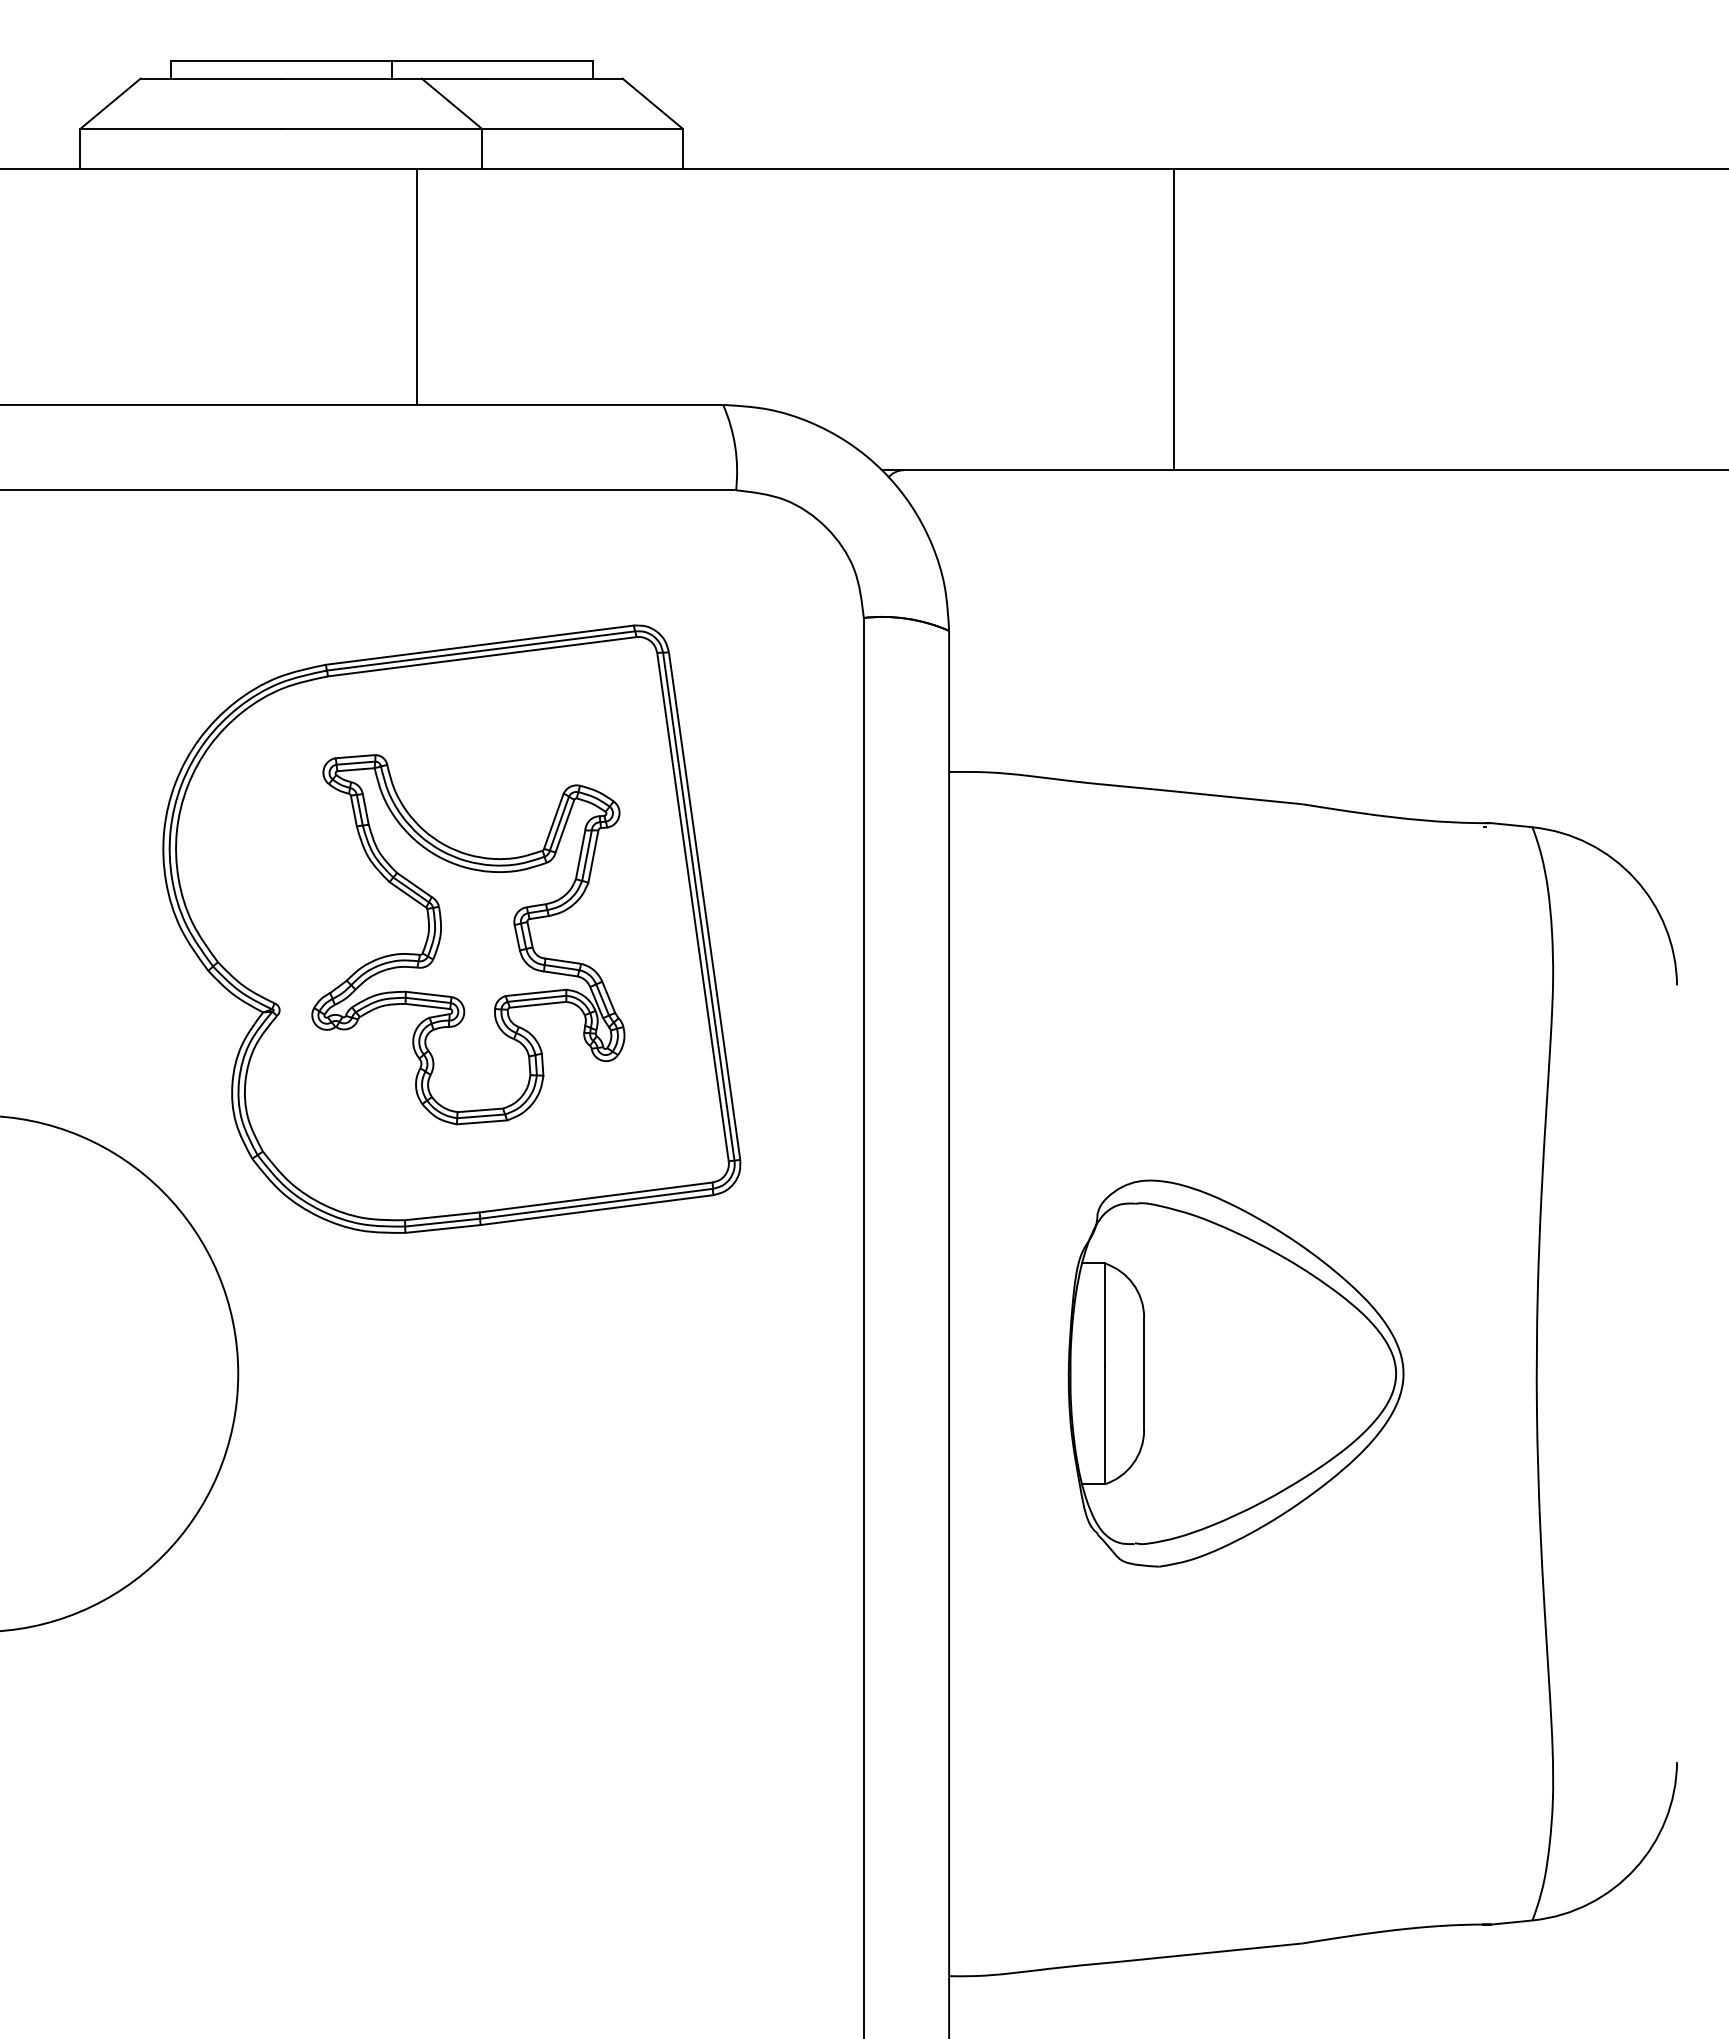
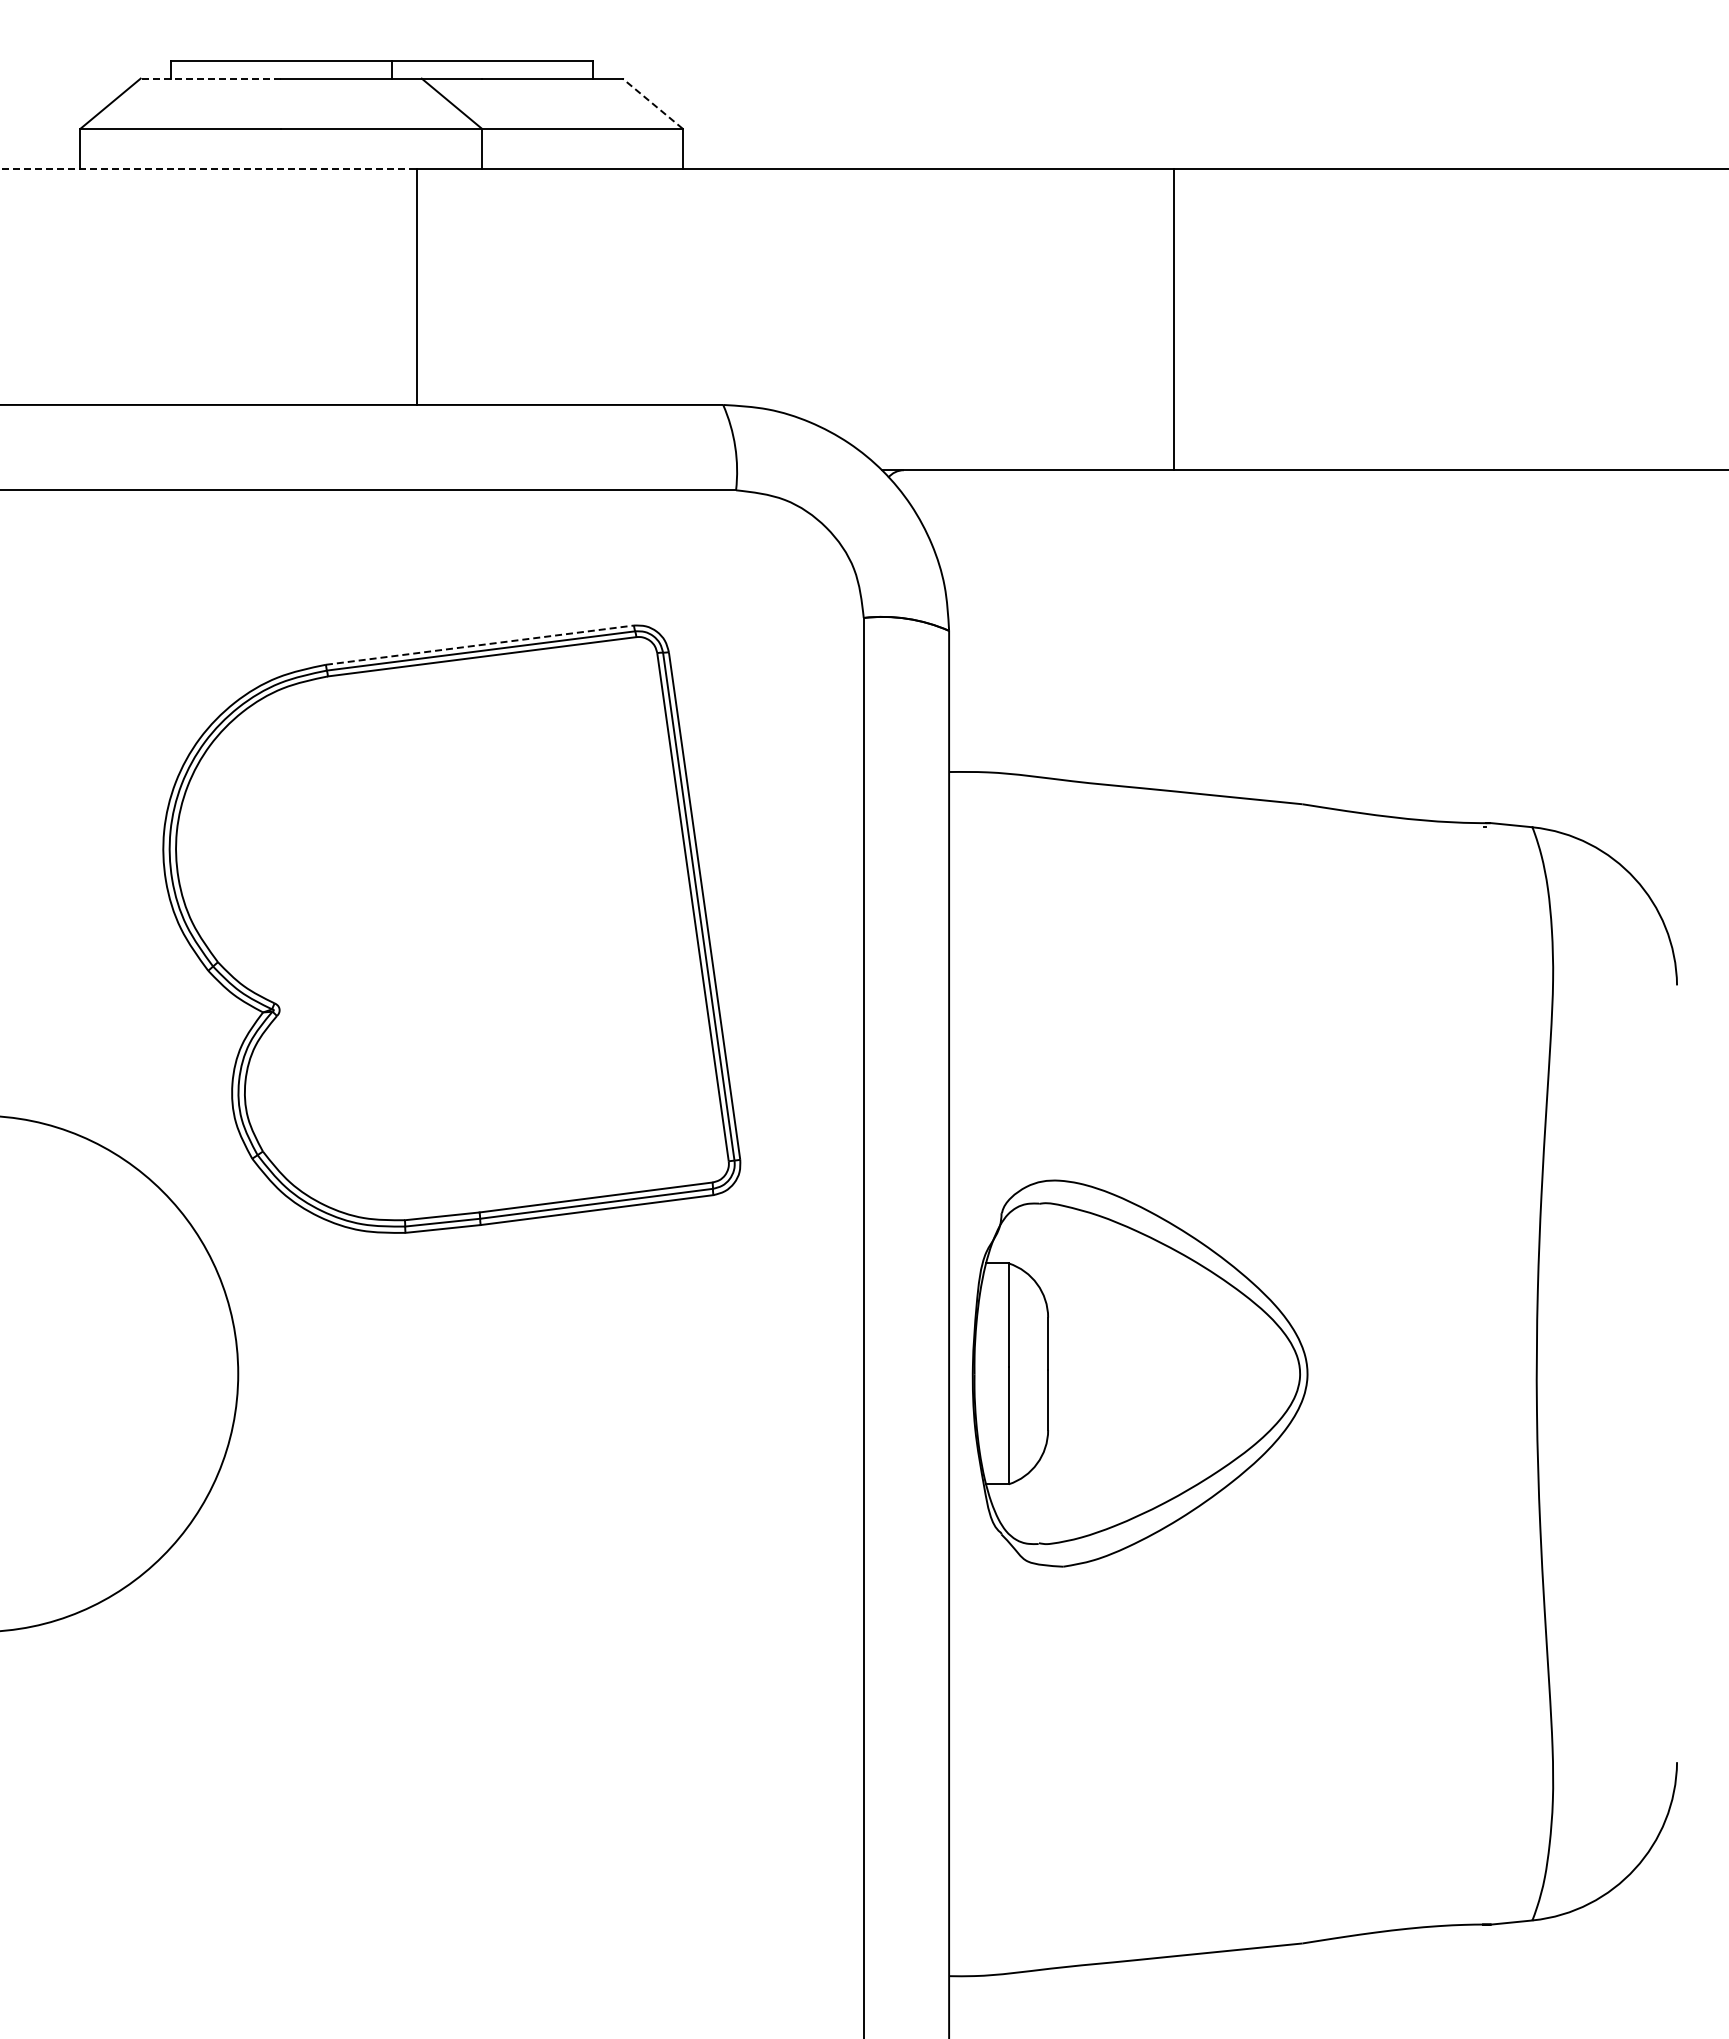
line at (210, 78): solid -> dashed
line at (652, 103): solid -> dashed
line at (208, 169): solid -> dashed
line at (480, 645): solid -> dashed
part at (468, 939): present -> none
part at (1235, 1373) position: (1235, 1373) -> (1139, 1373)
